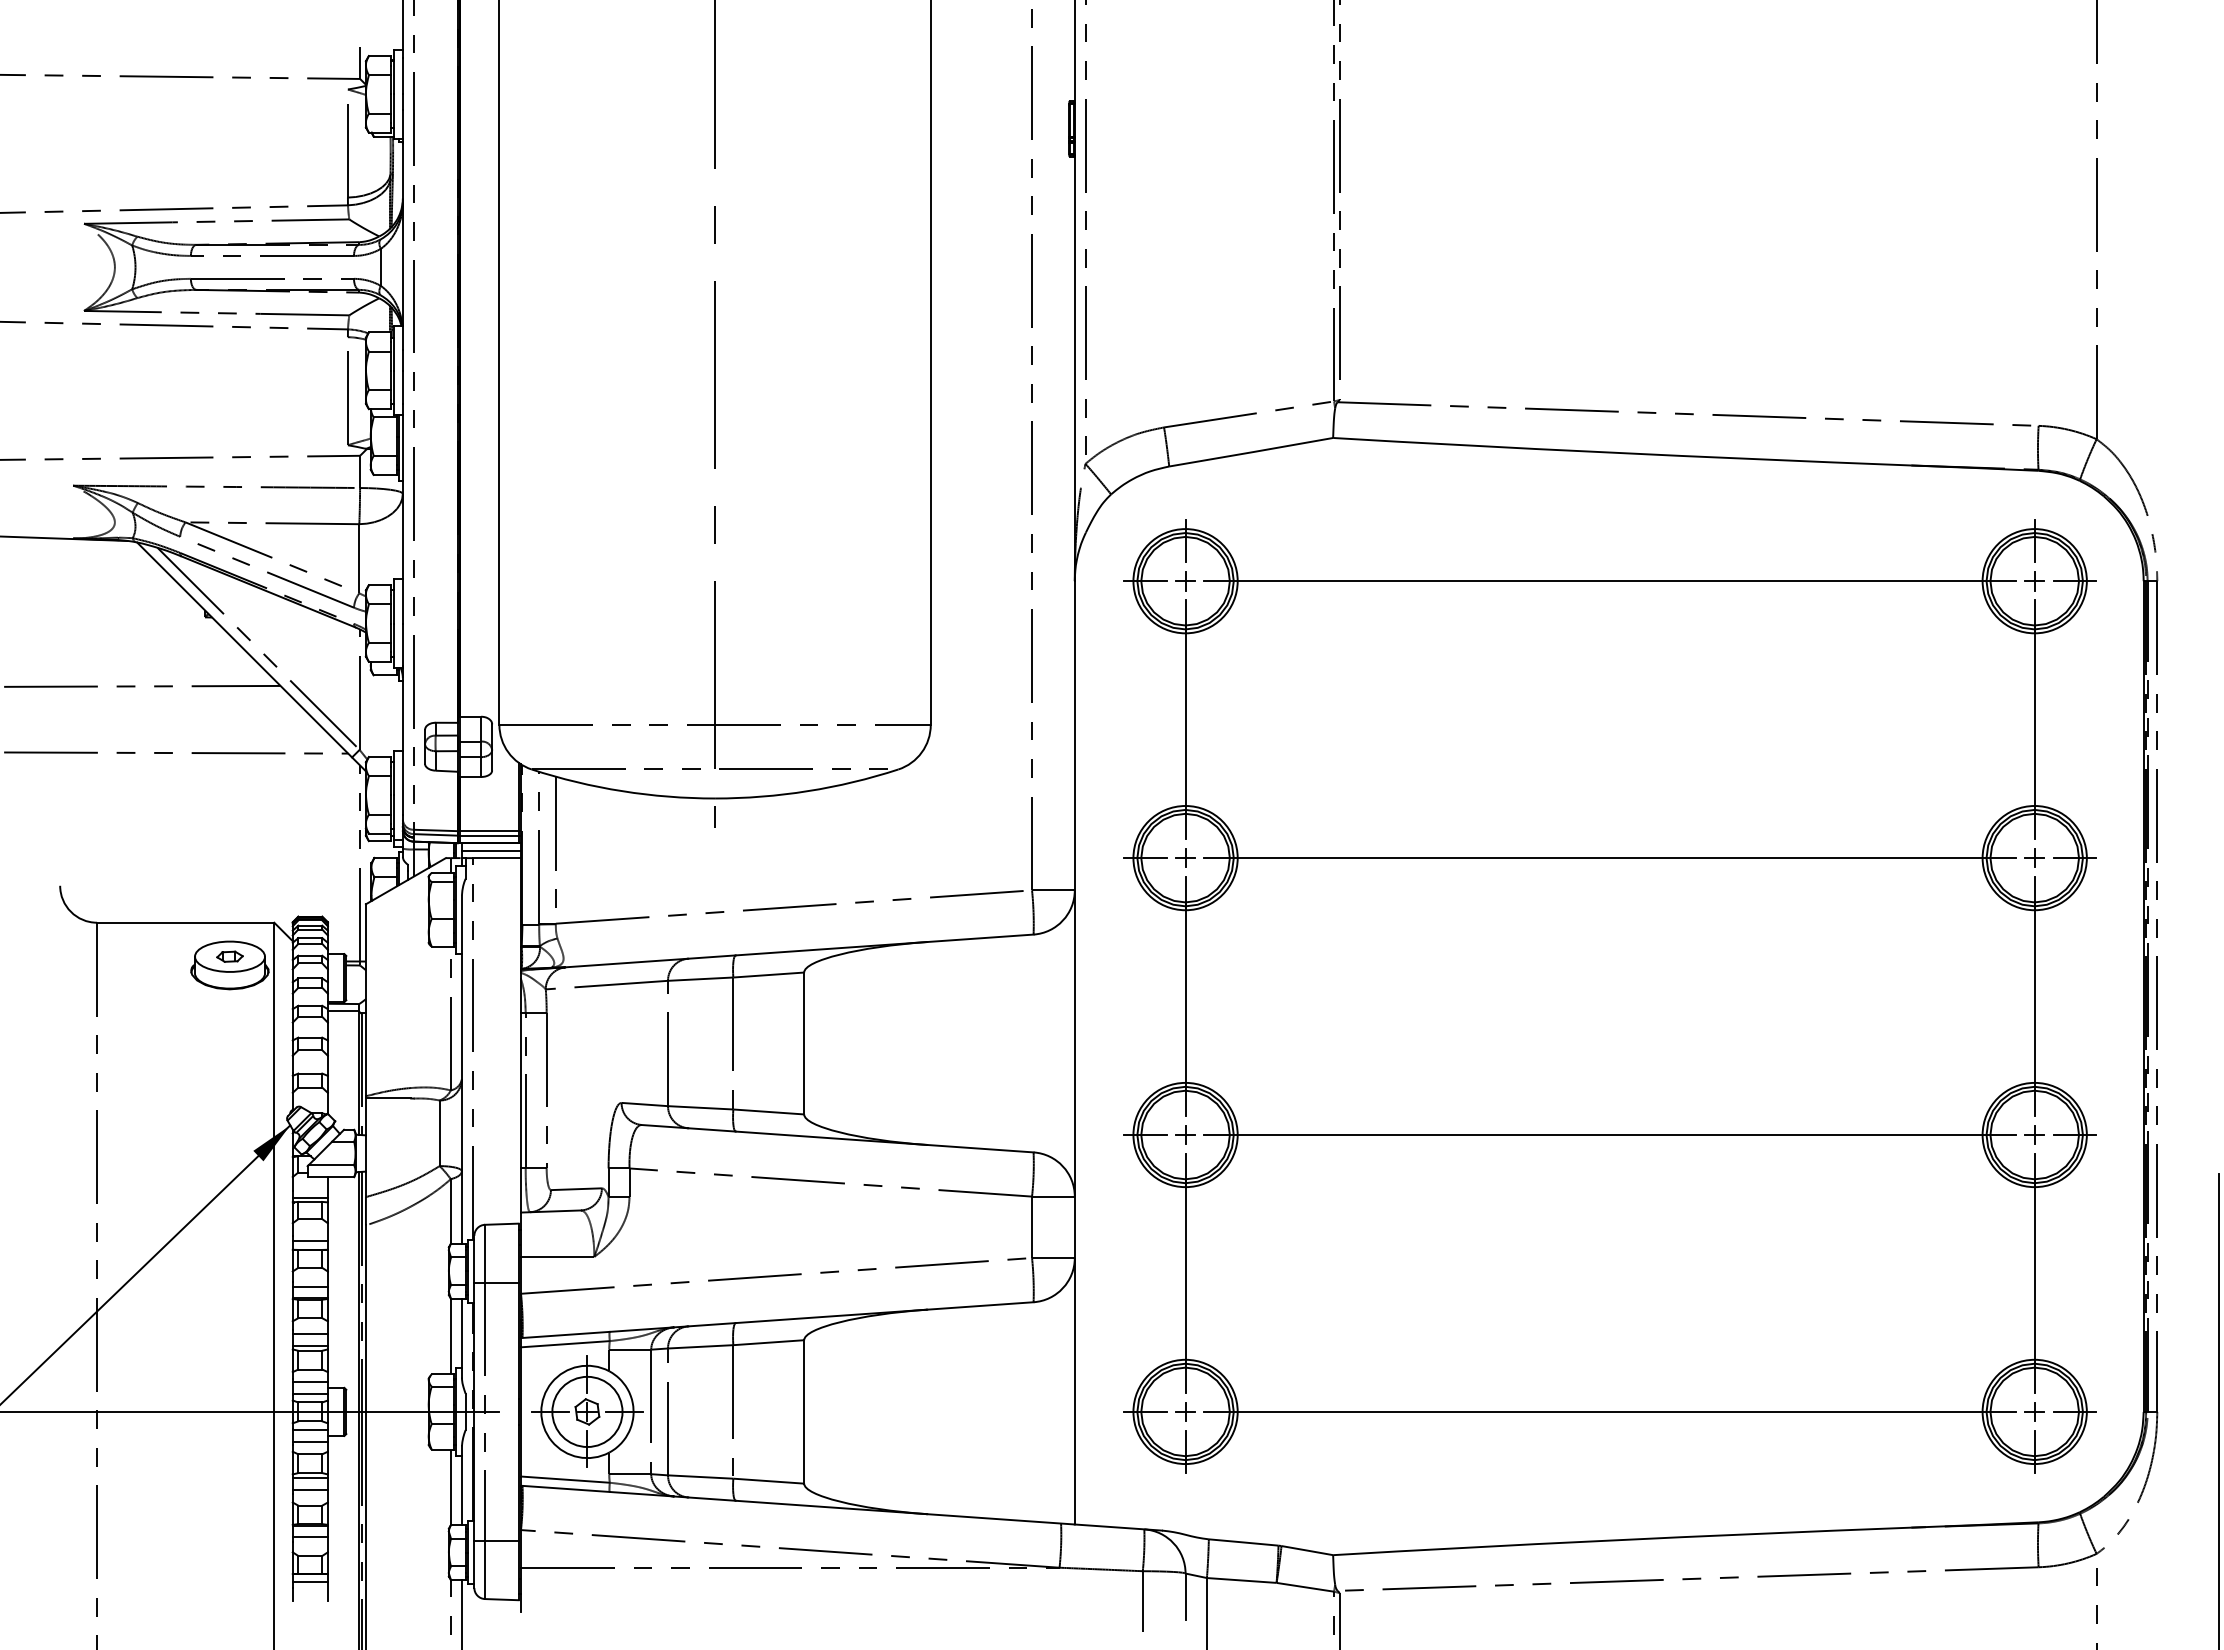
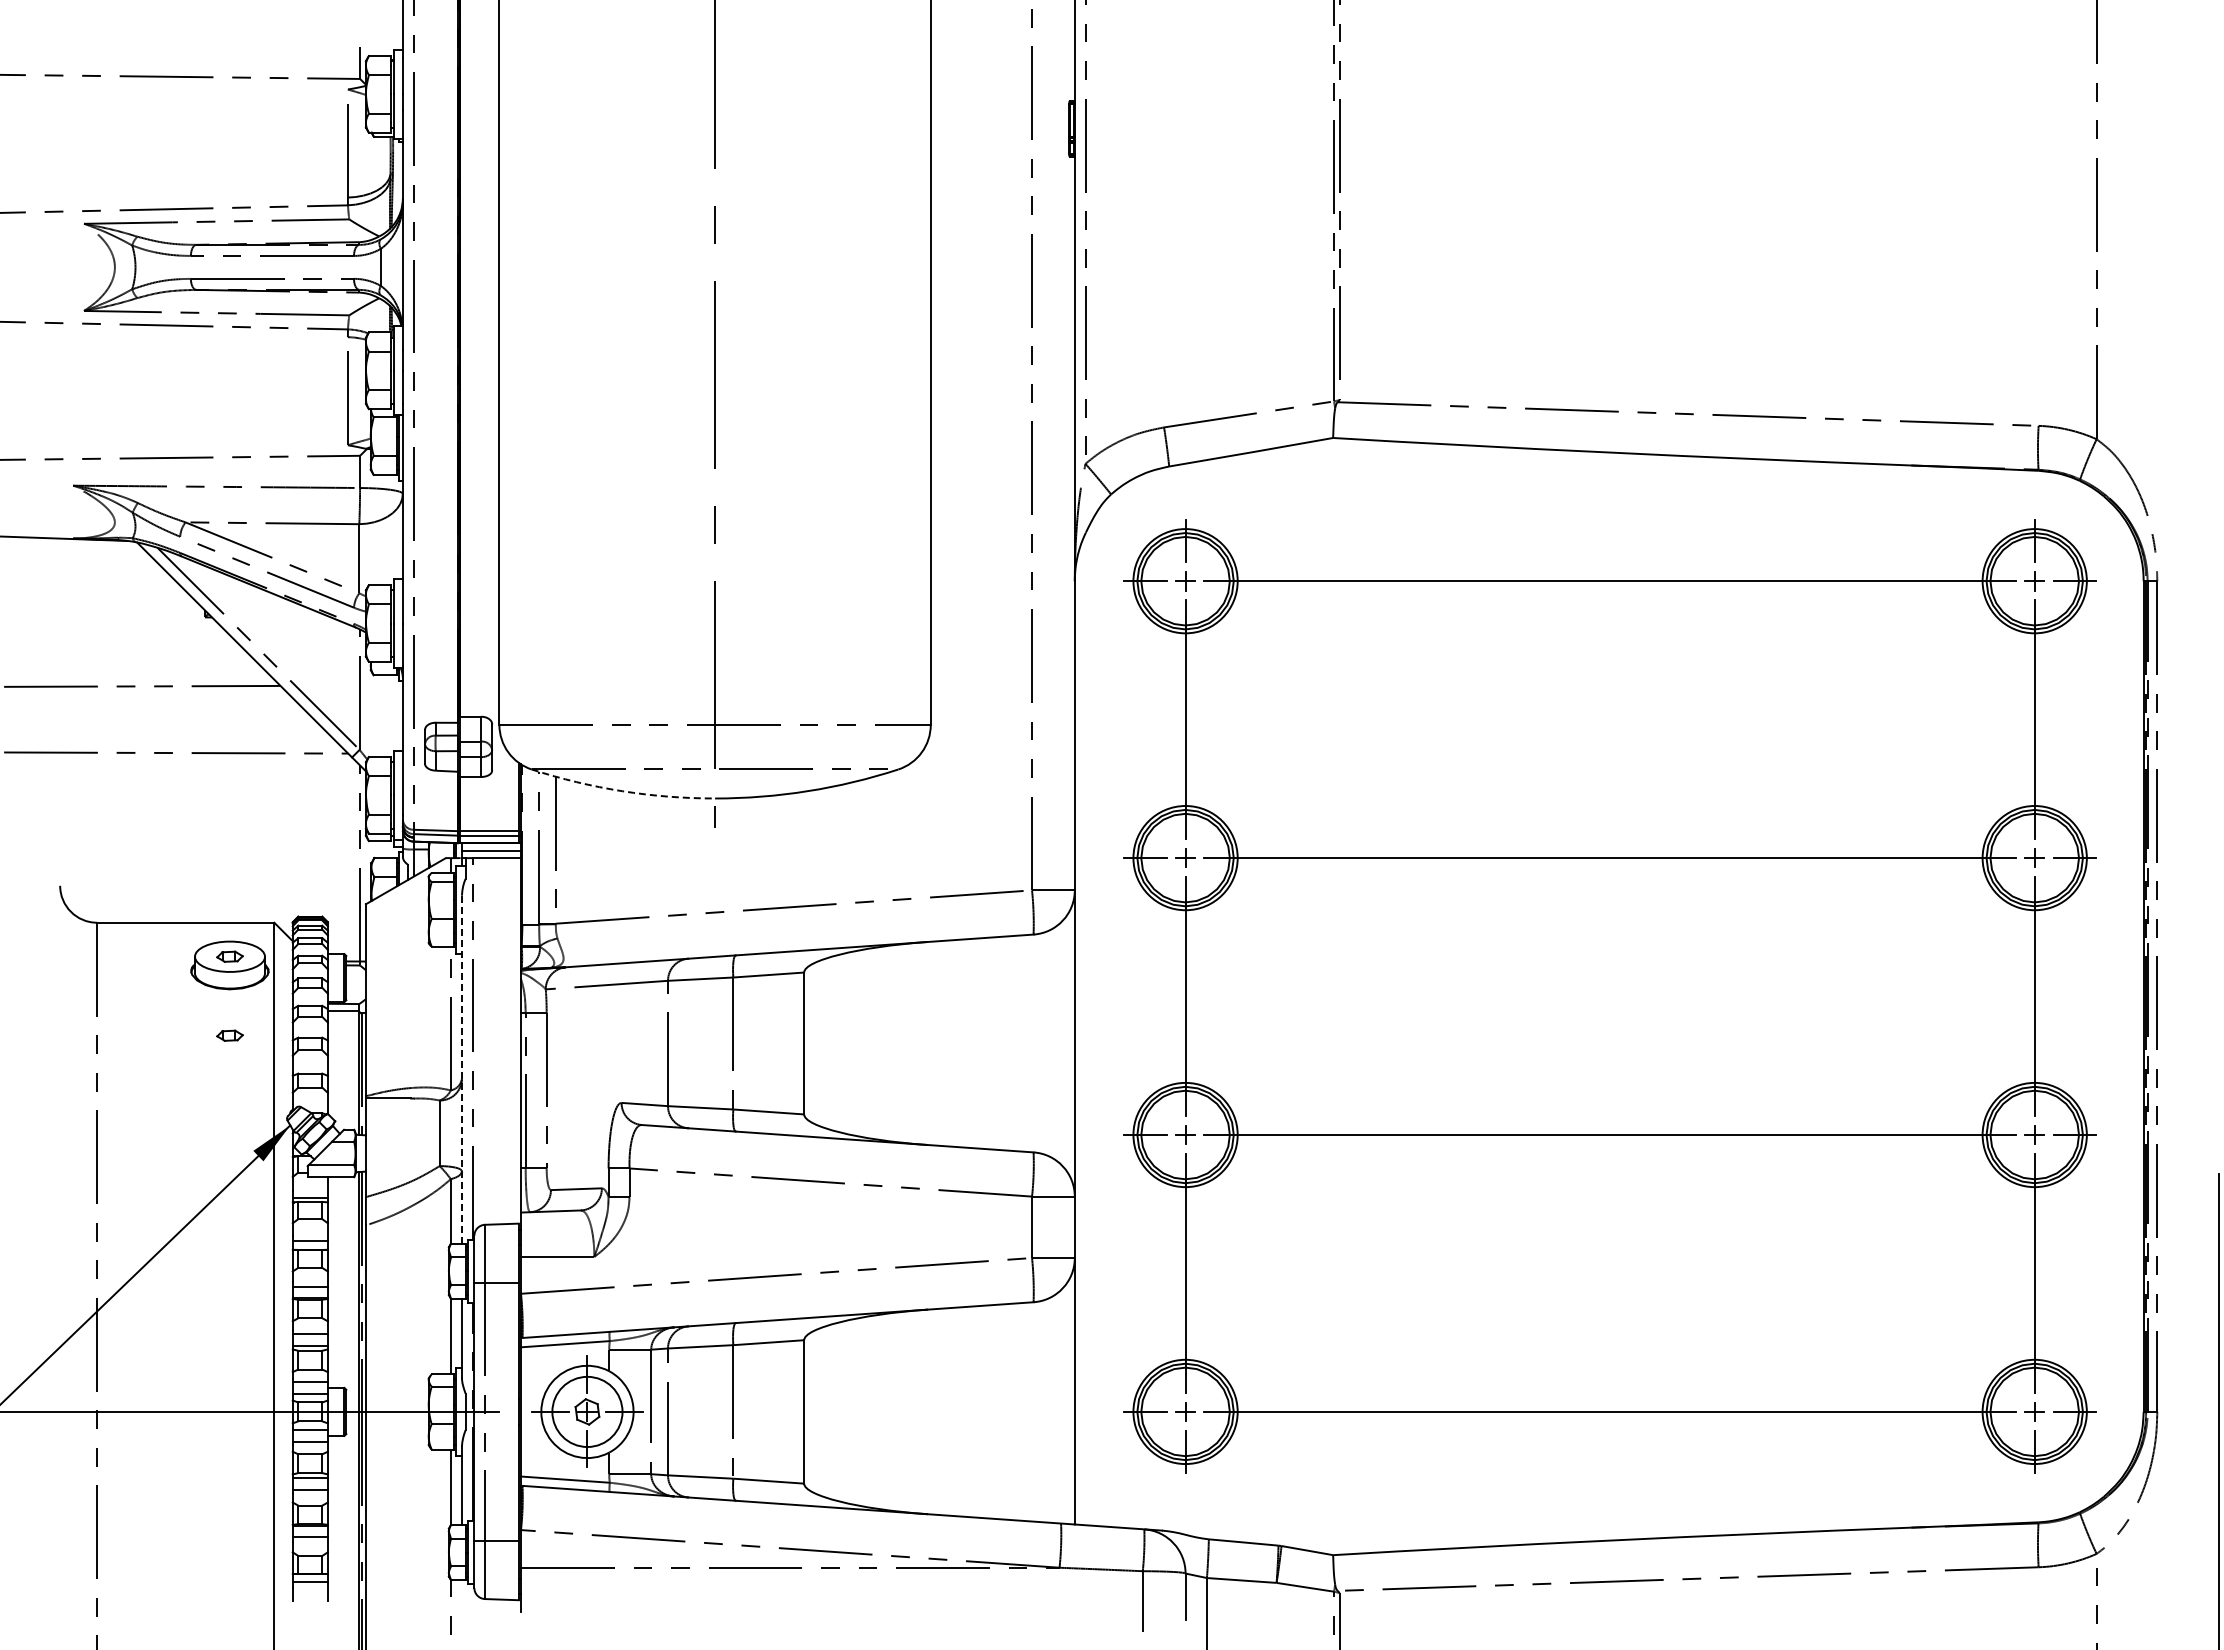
arc at (622, 791): solid -> dashed
part at (229, 1035): none -> present
line at (461, 1069): solid -> dashed
line at (461, 1613): present -> none
